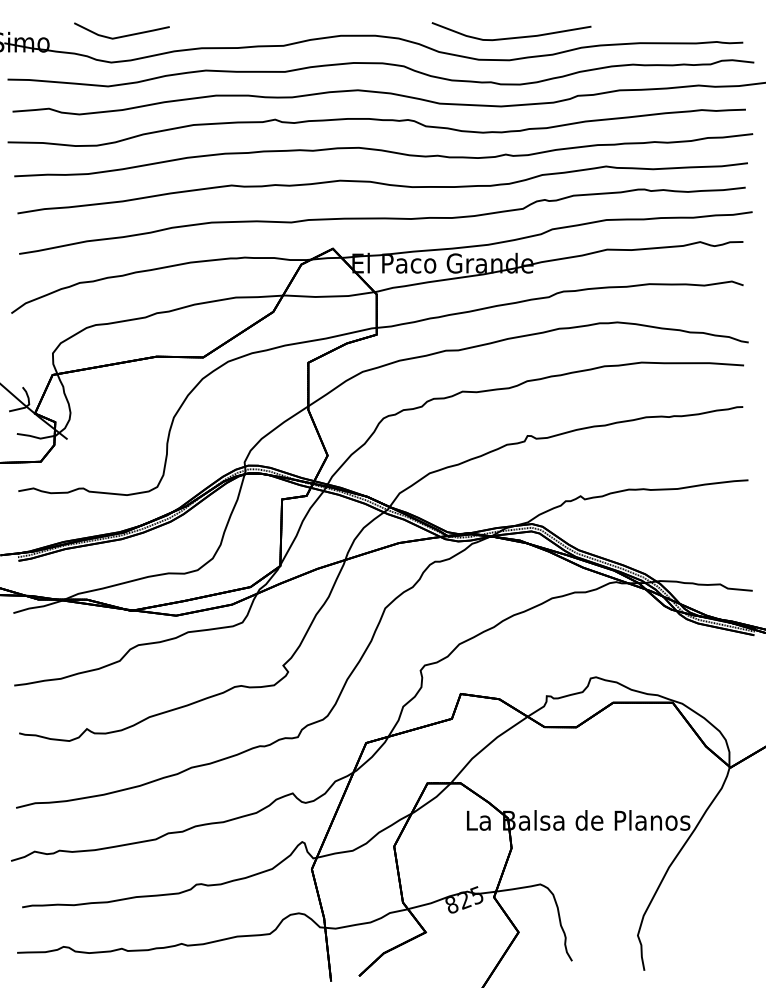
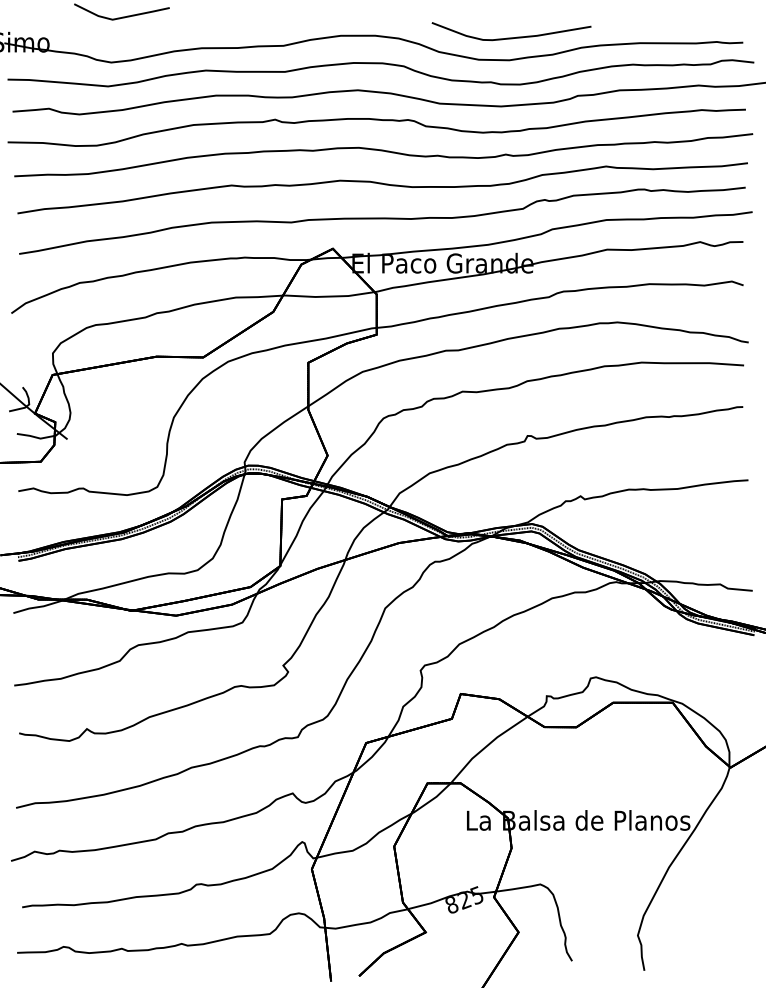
line at (122, 35) position: (122, 35) -> (122, 16)
